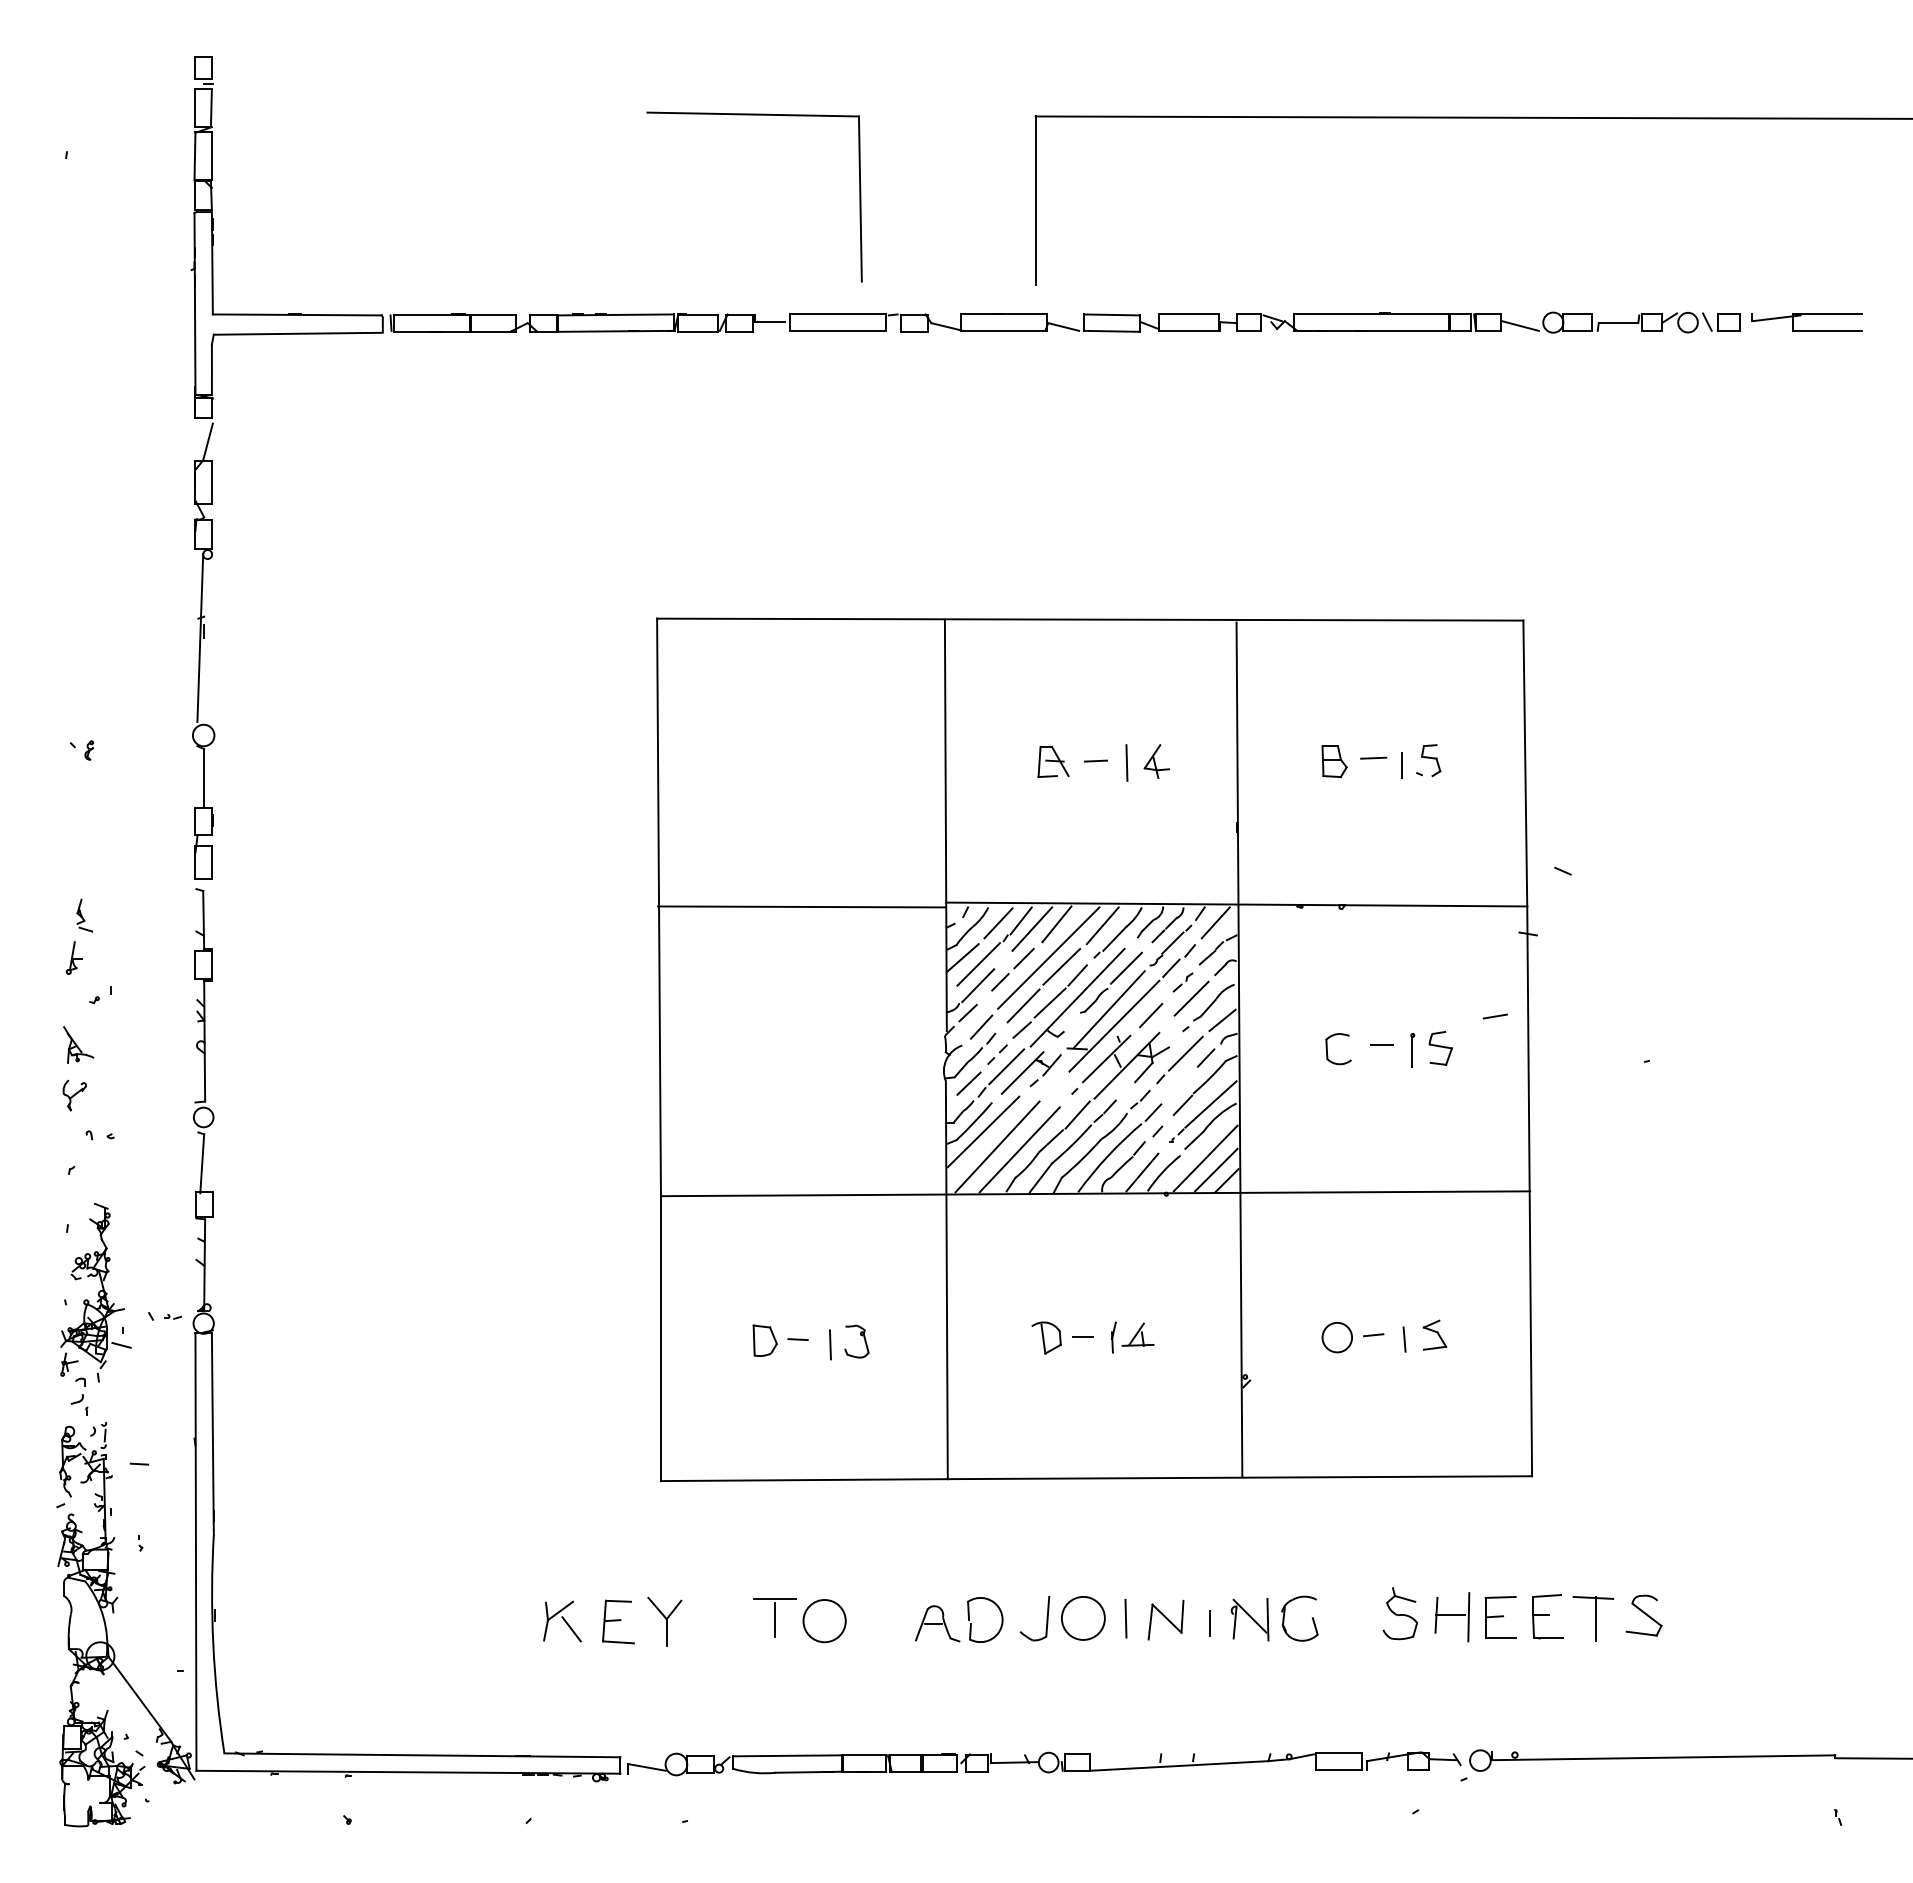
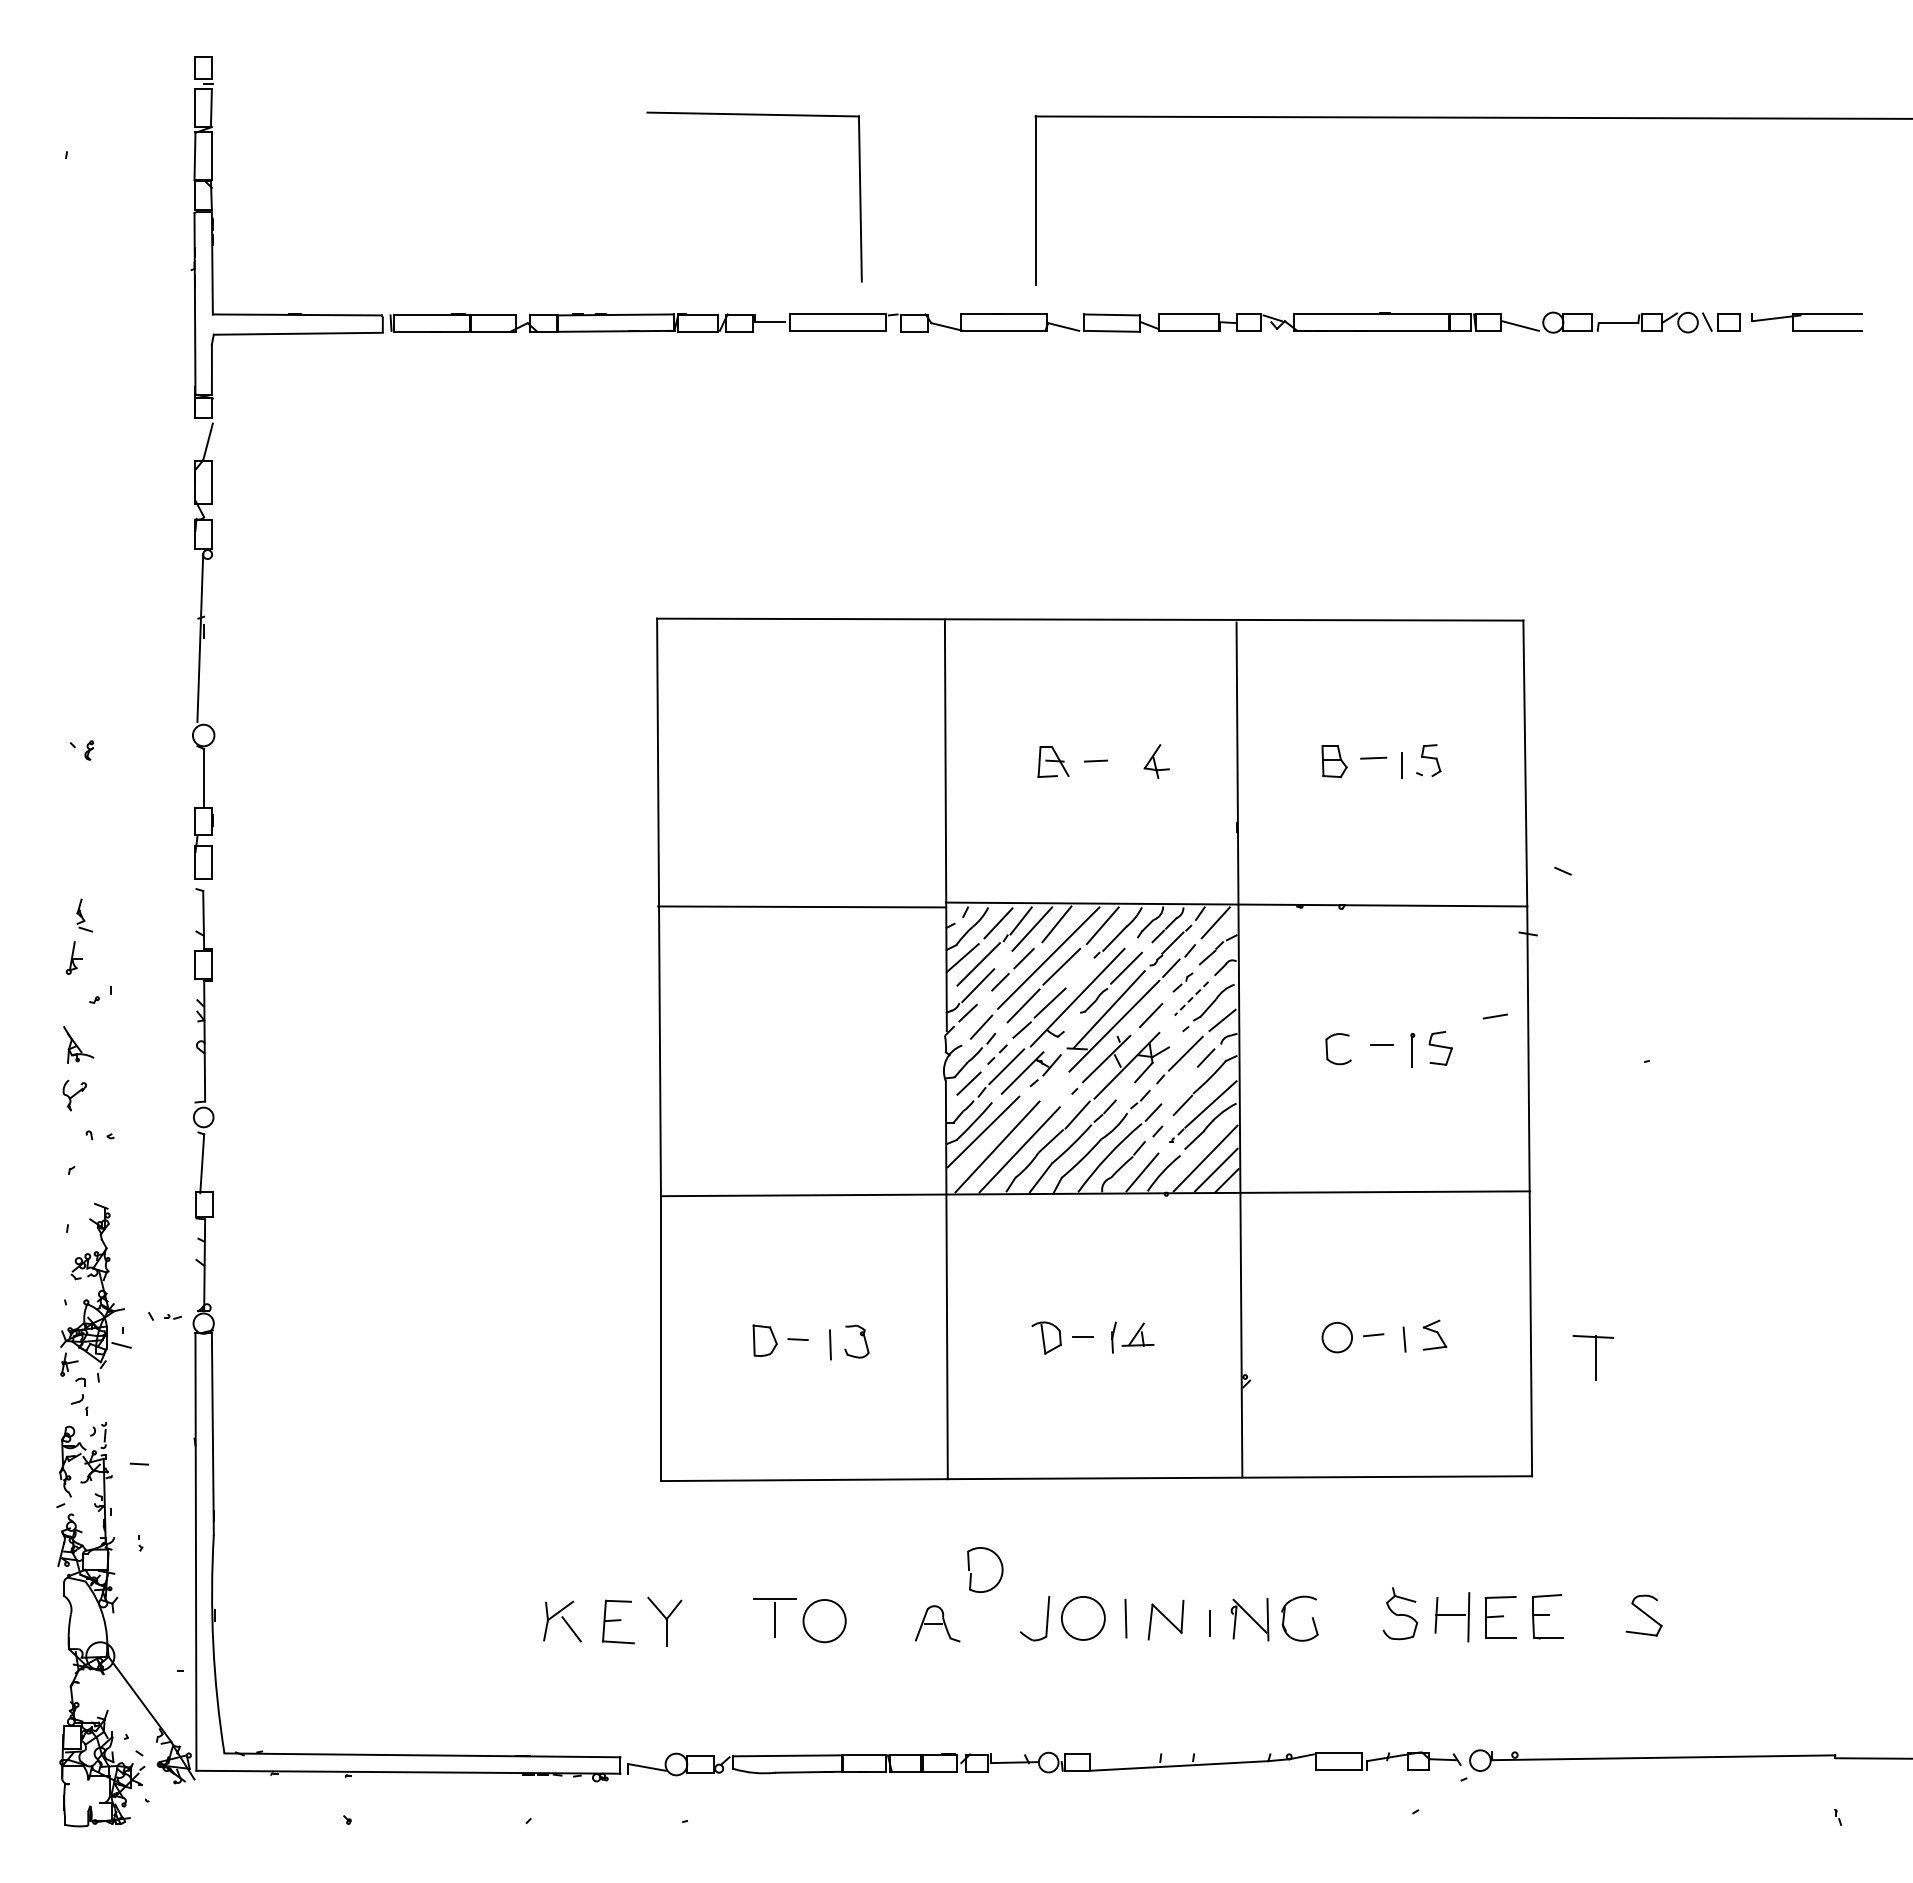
line at (1126, 762): present -> none
line at (1077, 975): present -> none
line at (1191, 998): solid -> dashed
part at (1593, 1618) position: (1593, 1618) -> (1593, 1357)
part at (971, 1623) position: (971, 1623) -> (971, 1573)
